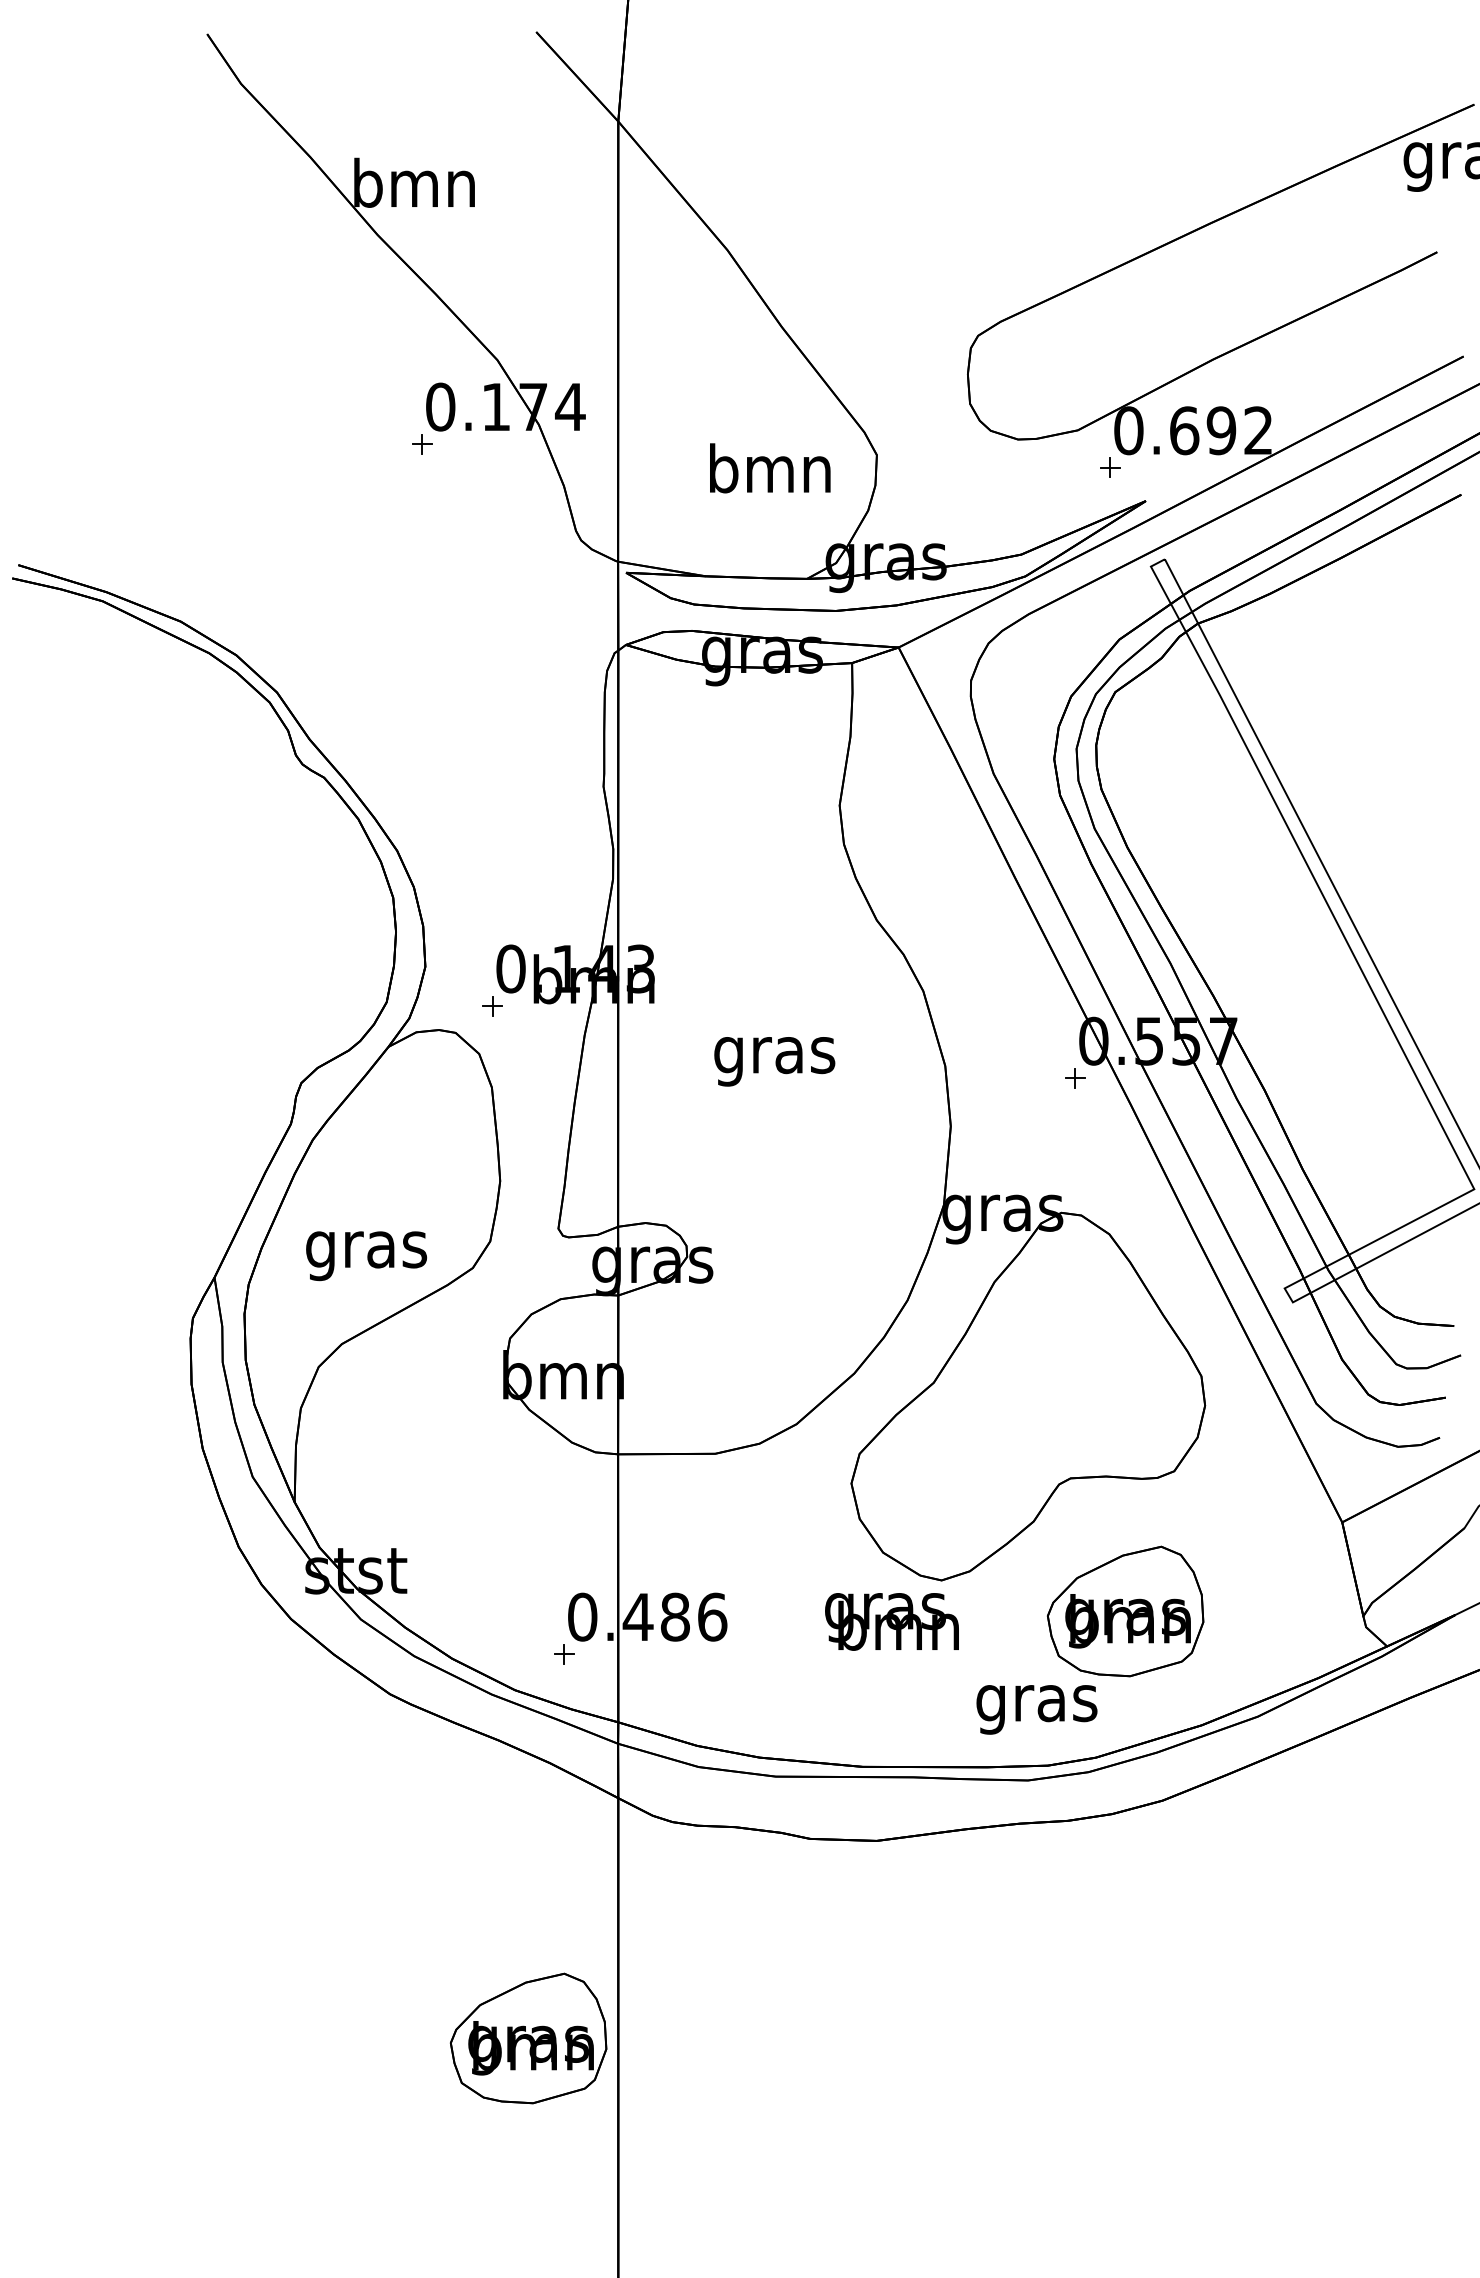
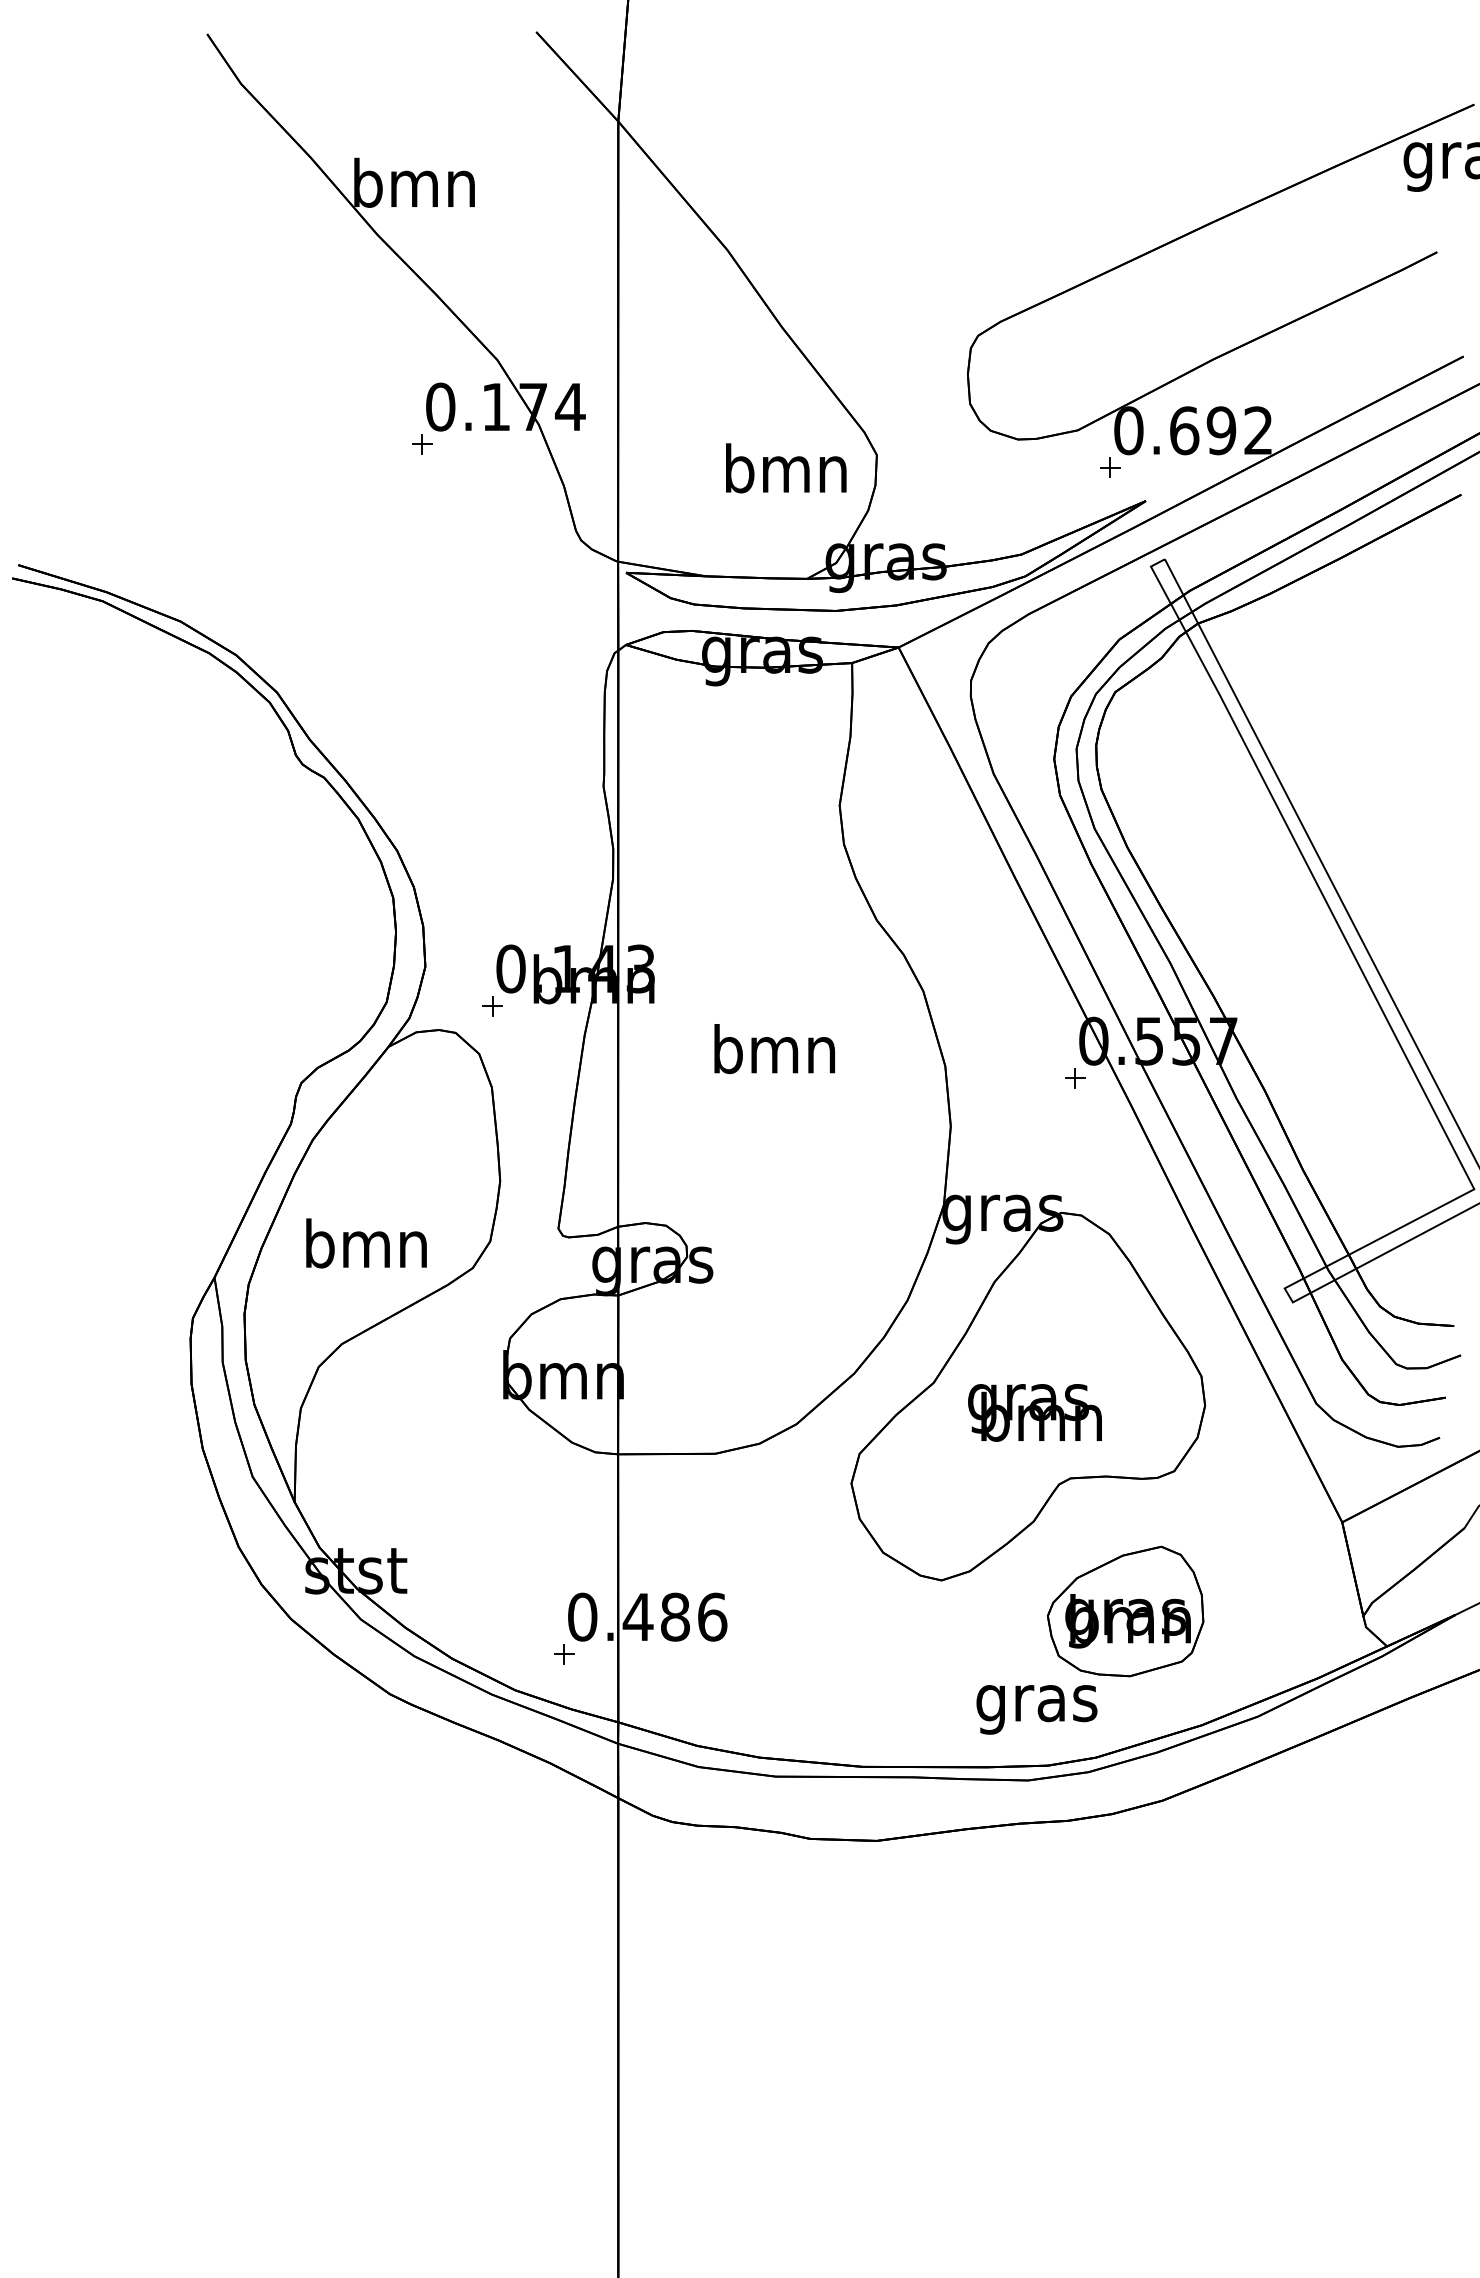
text at (770, 468) position: (770, 468) -> (786, 468)
text at (774, 1055): gras -> bmn
text at (366, 1249): gras -> bmn
text at (891, 1621) position: (891, 1621) -> (1034, 1412)
part at (528, 2038): present -> none
